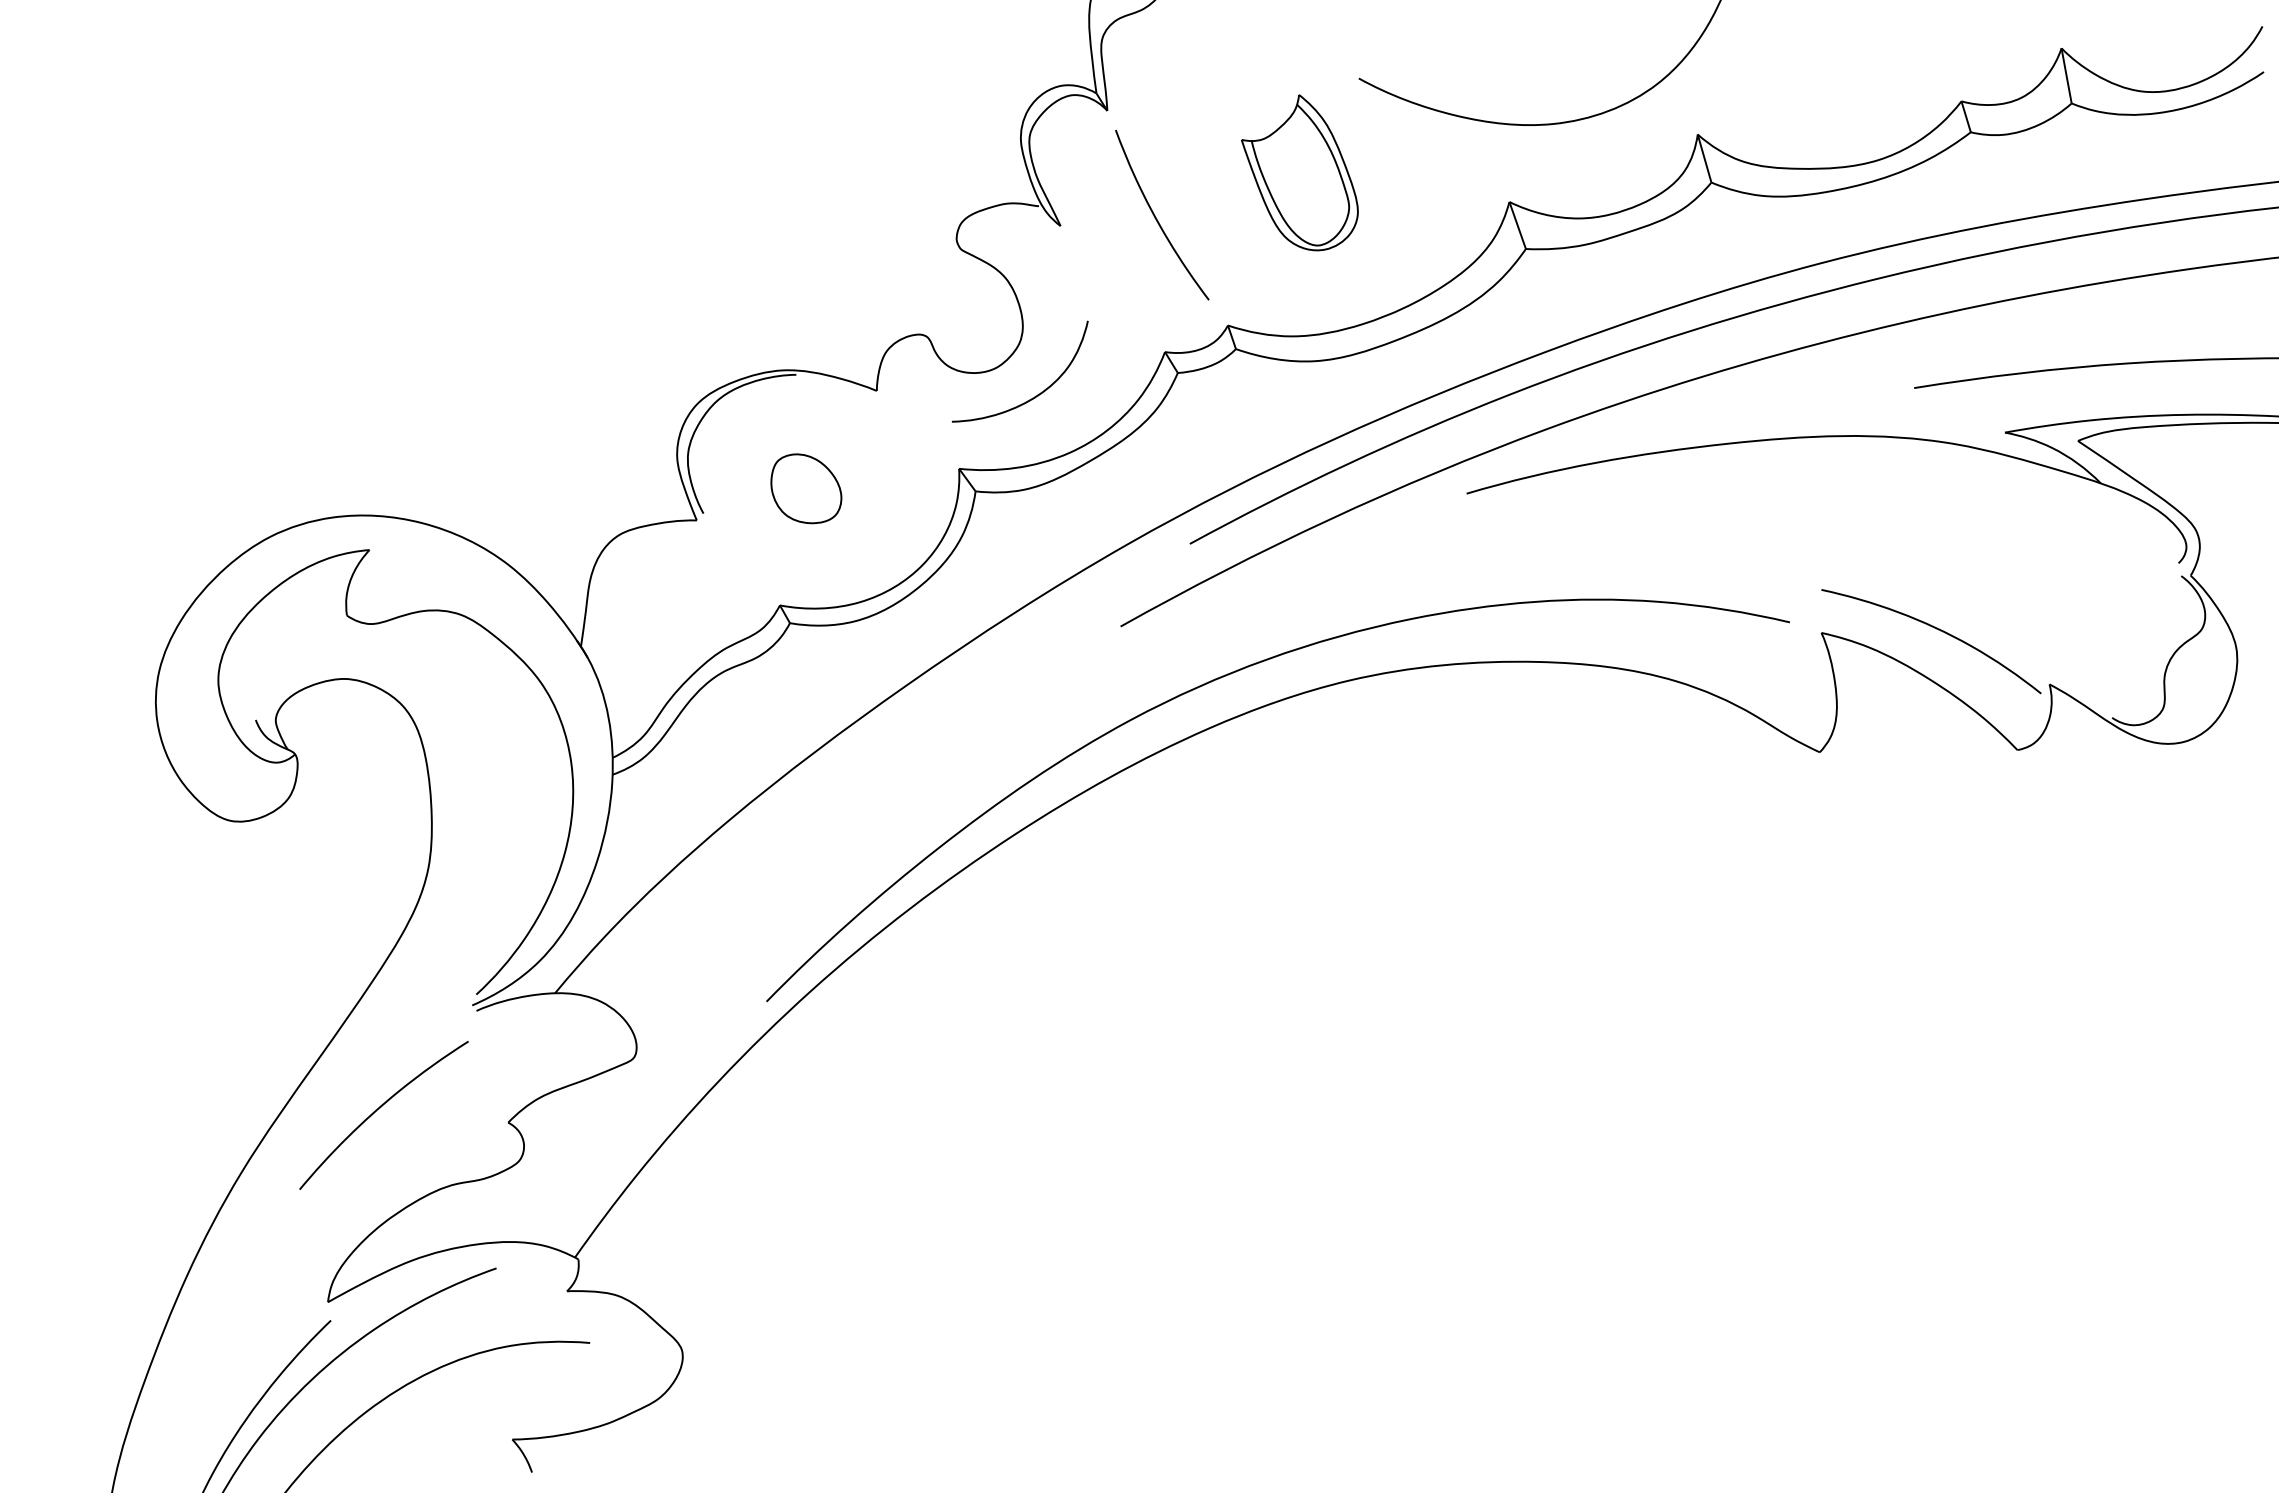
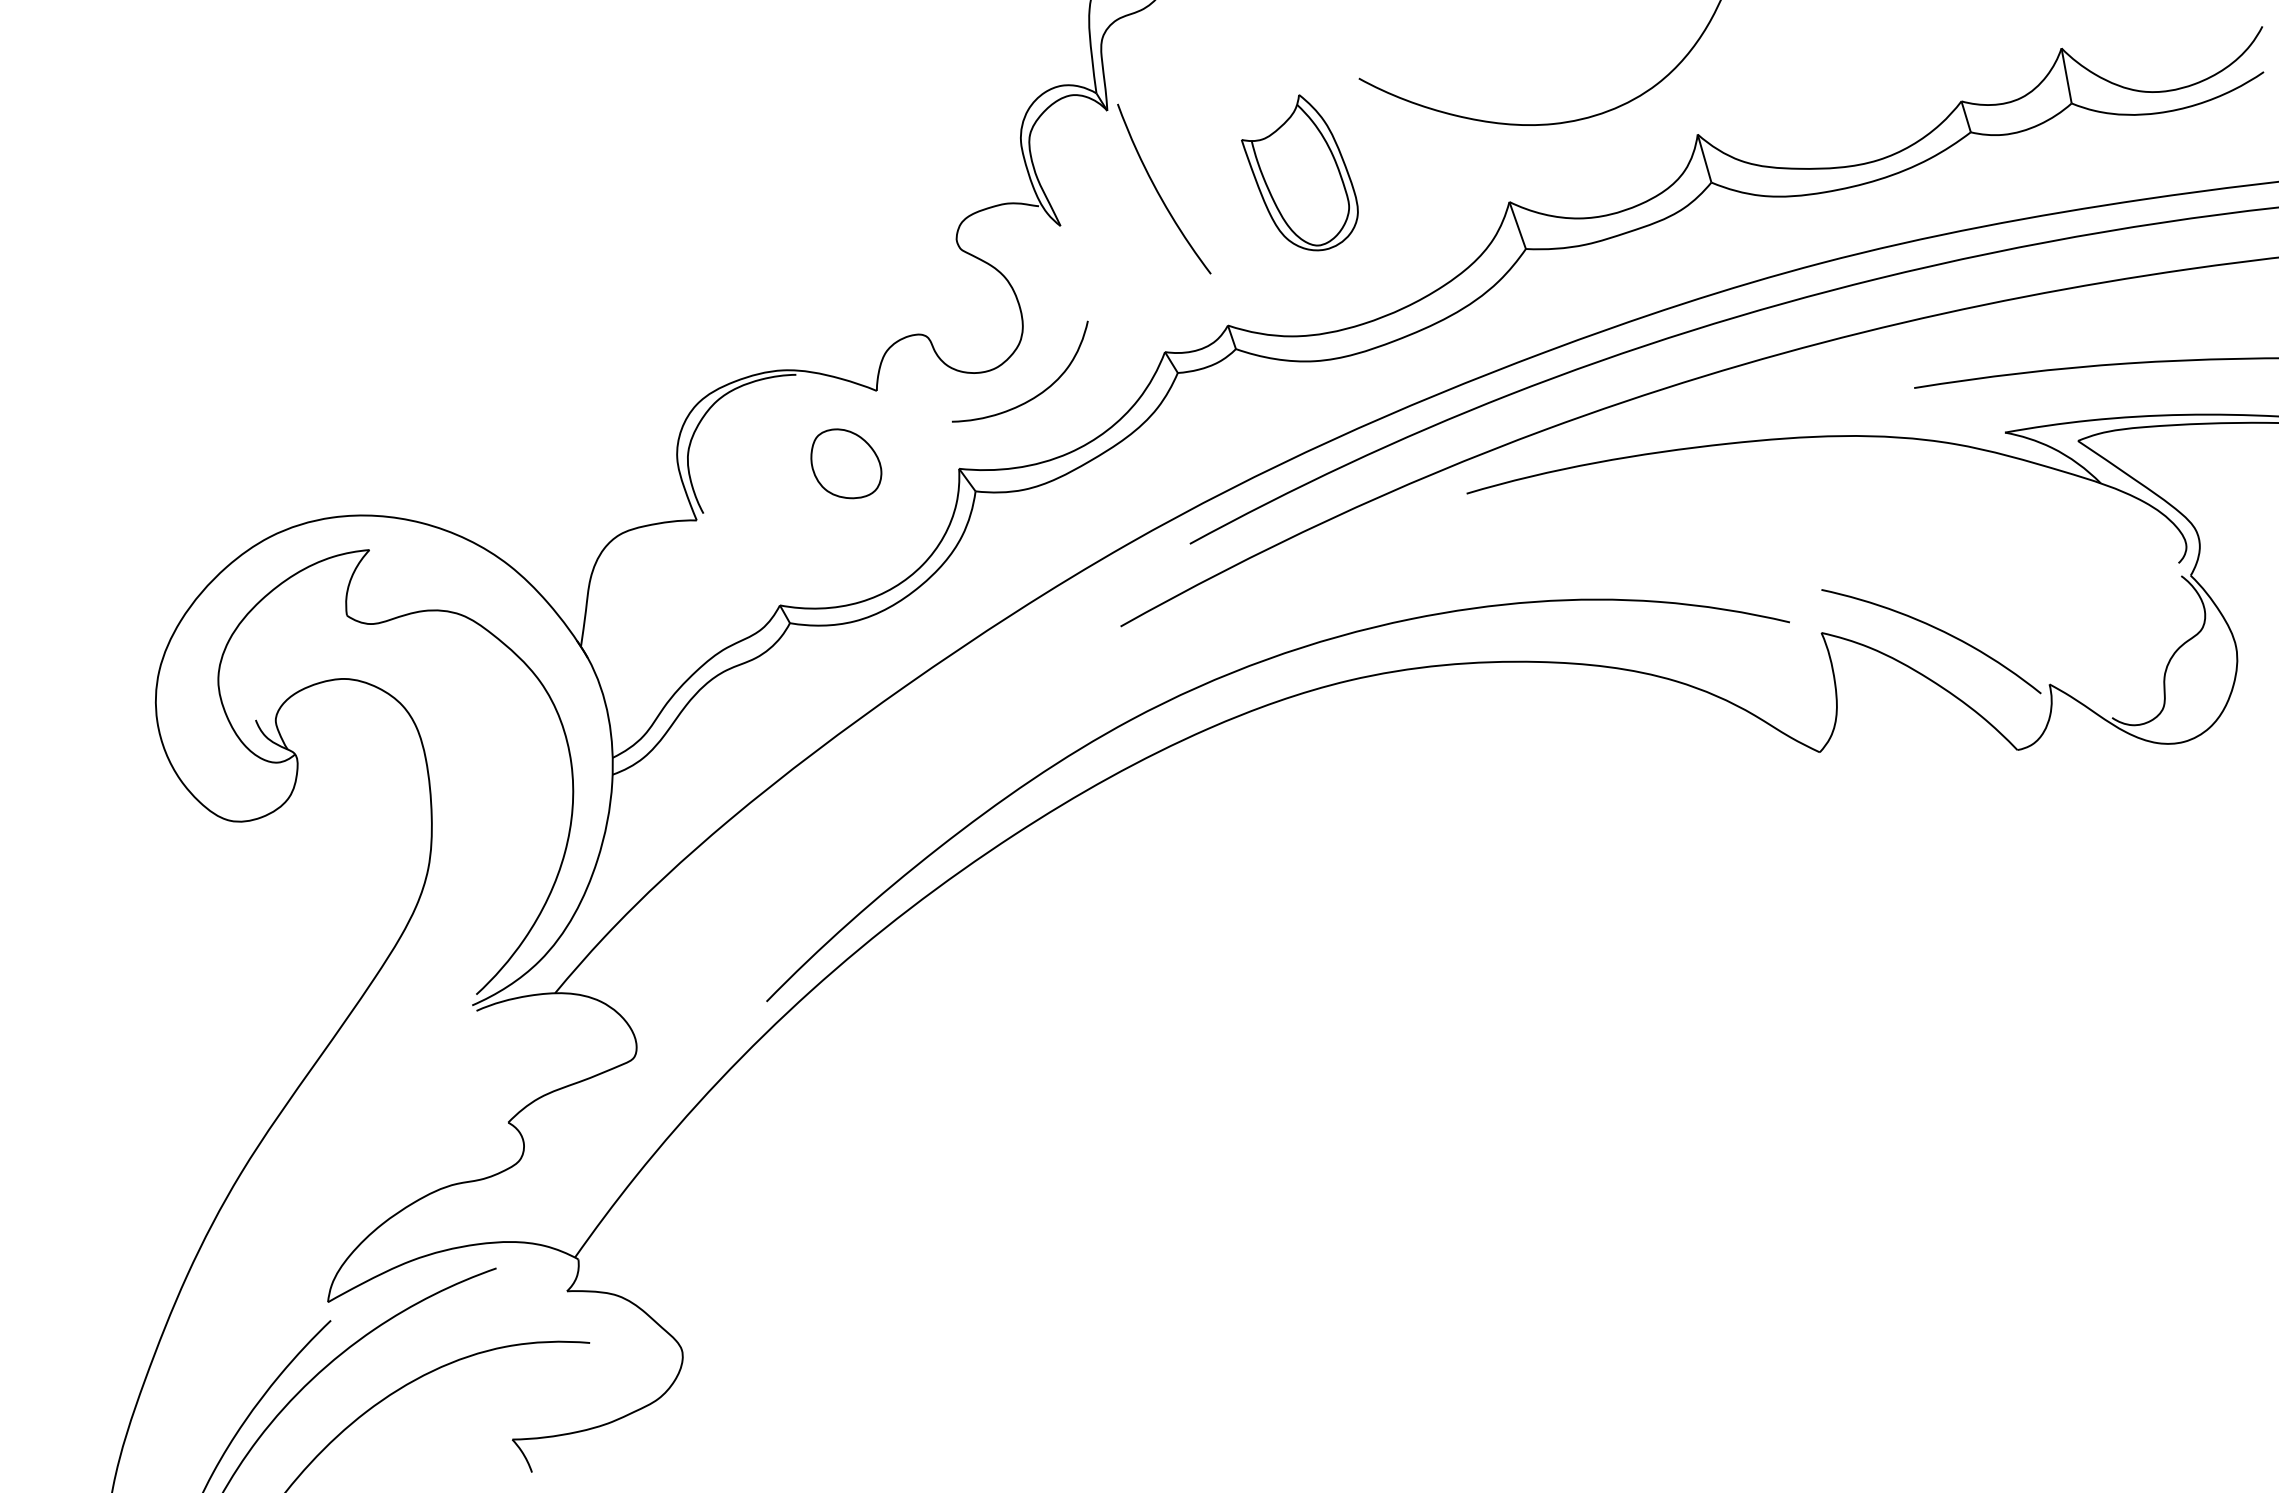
curve at (1156, 217) position: (1156, 217) -> (1158, 191)
part at (806, 488) position: (806, 488) -> (846, 463)
curve at (380, 1108): present -> none
